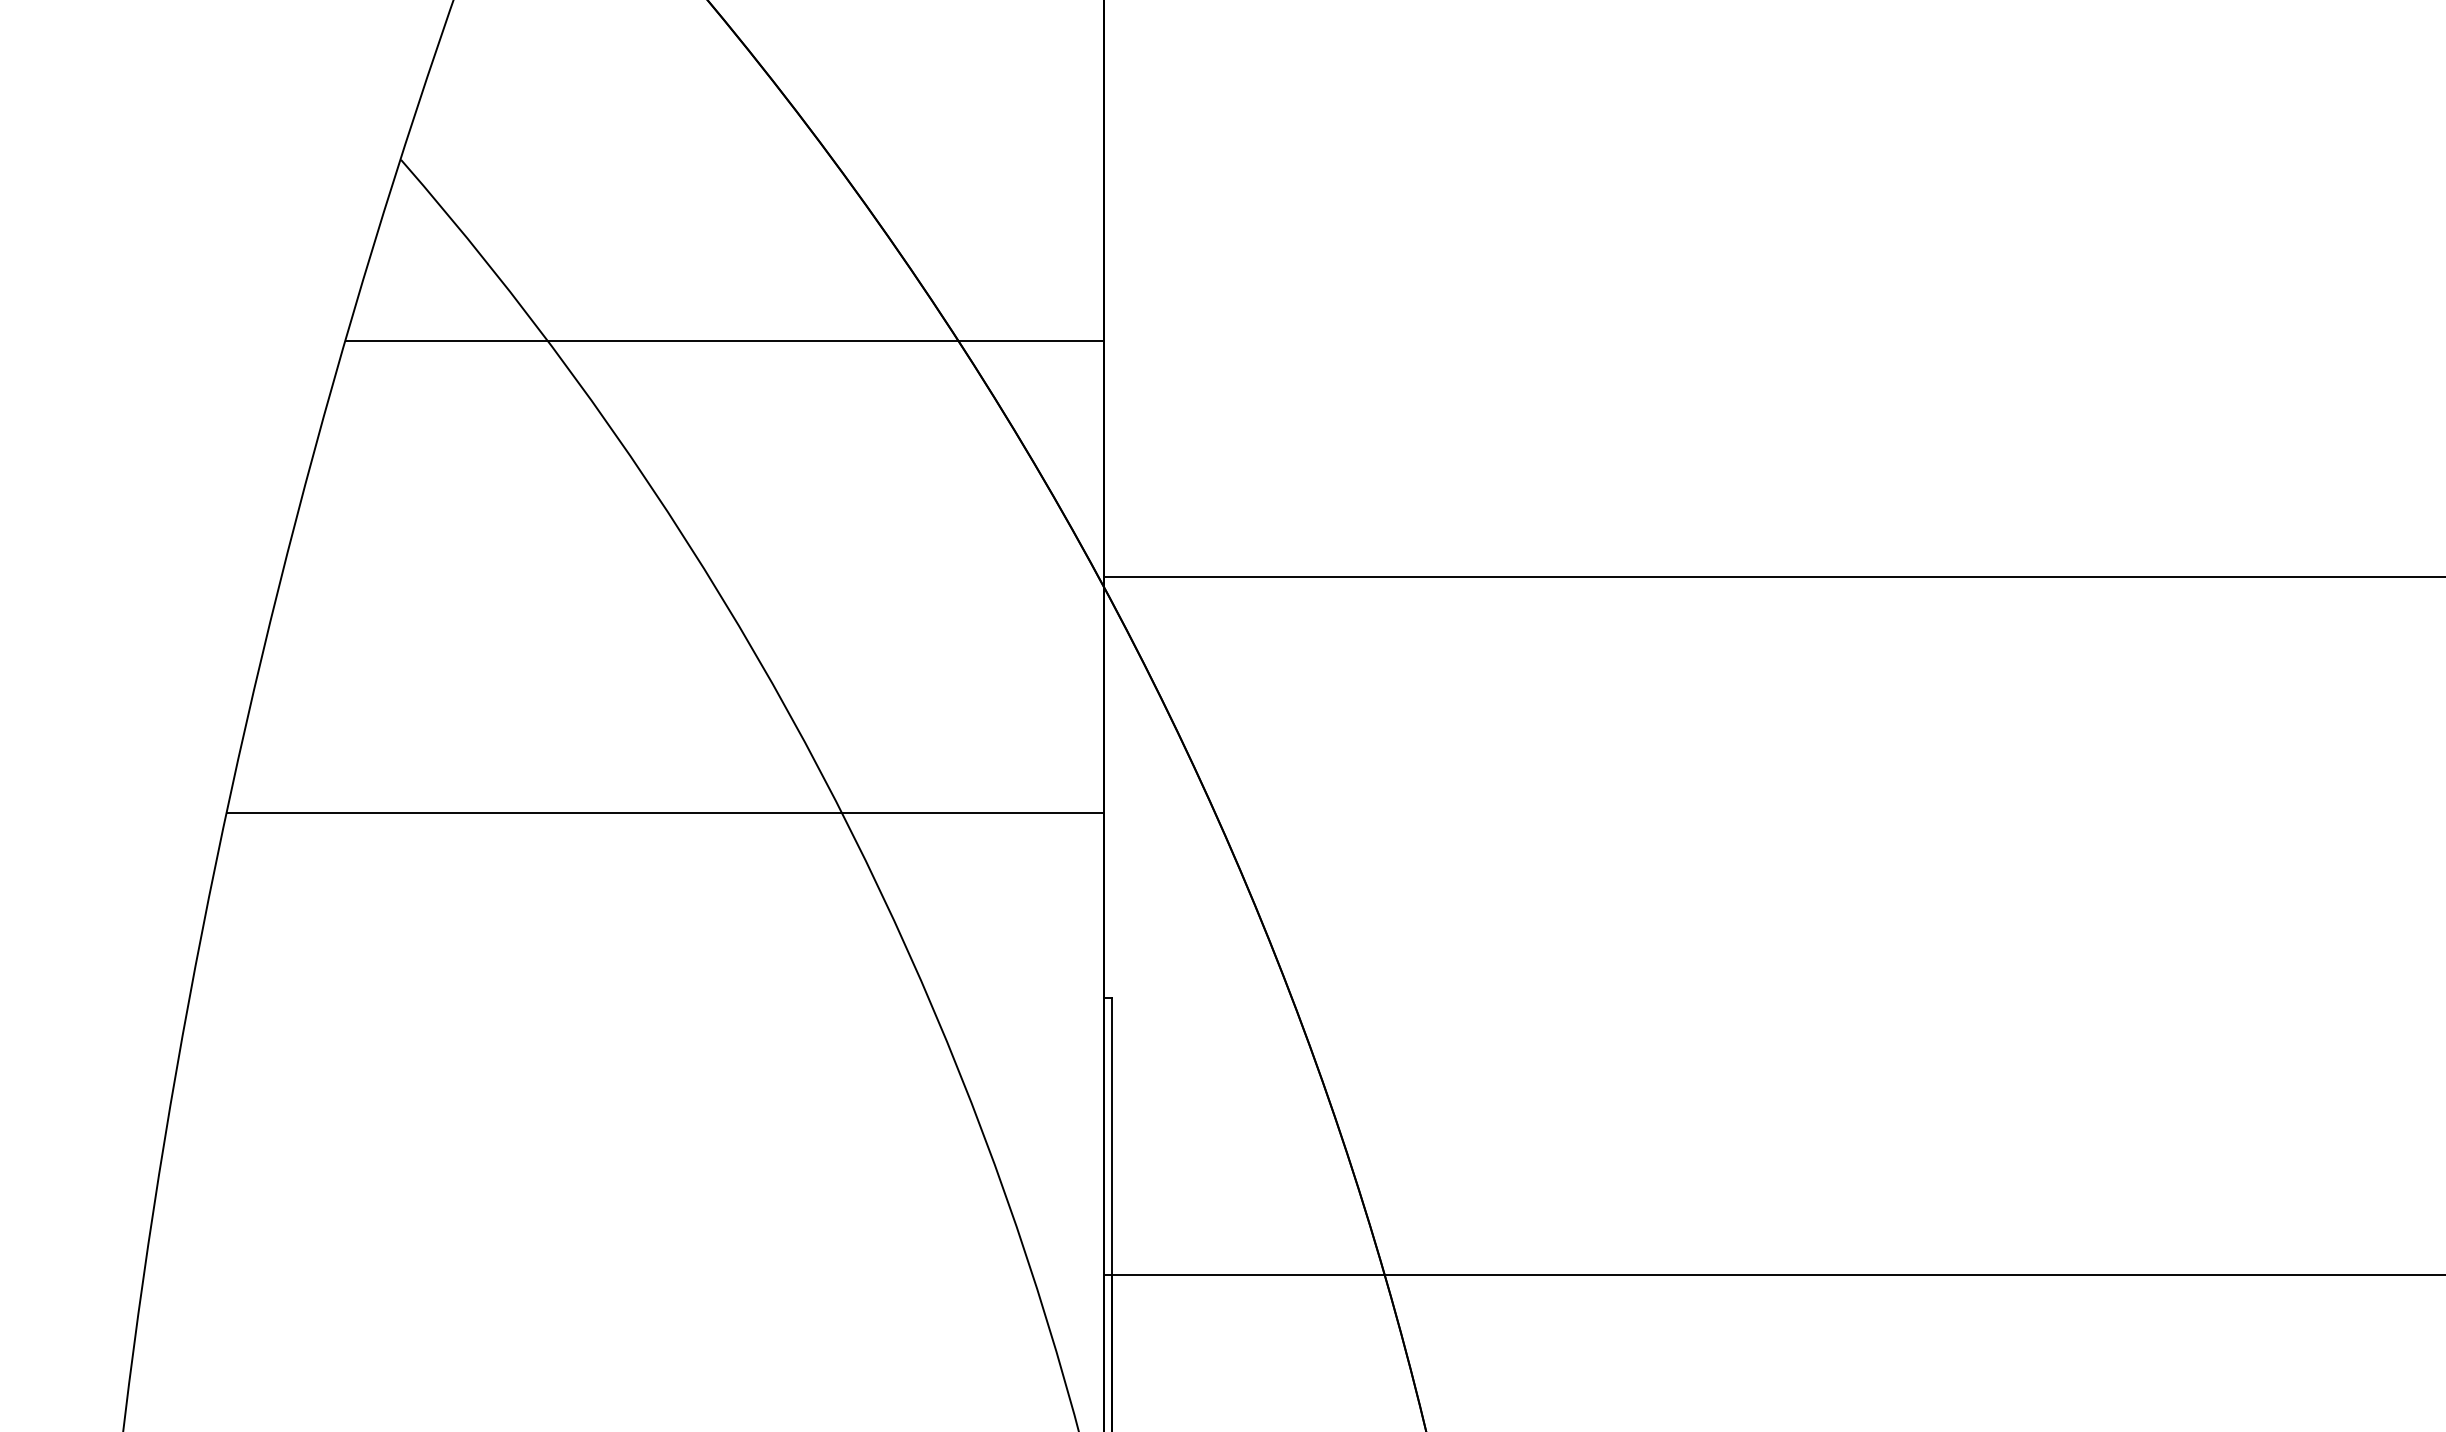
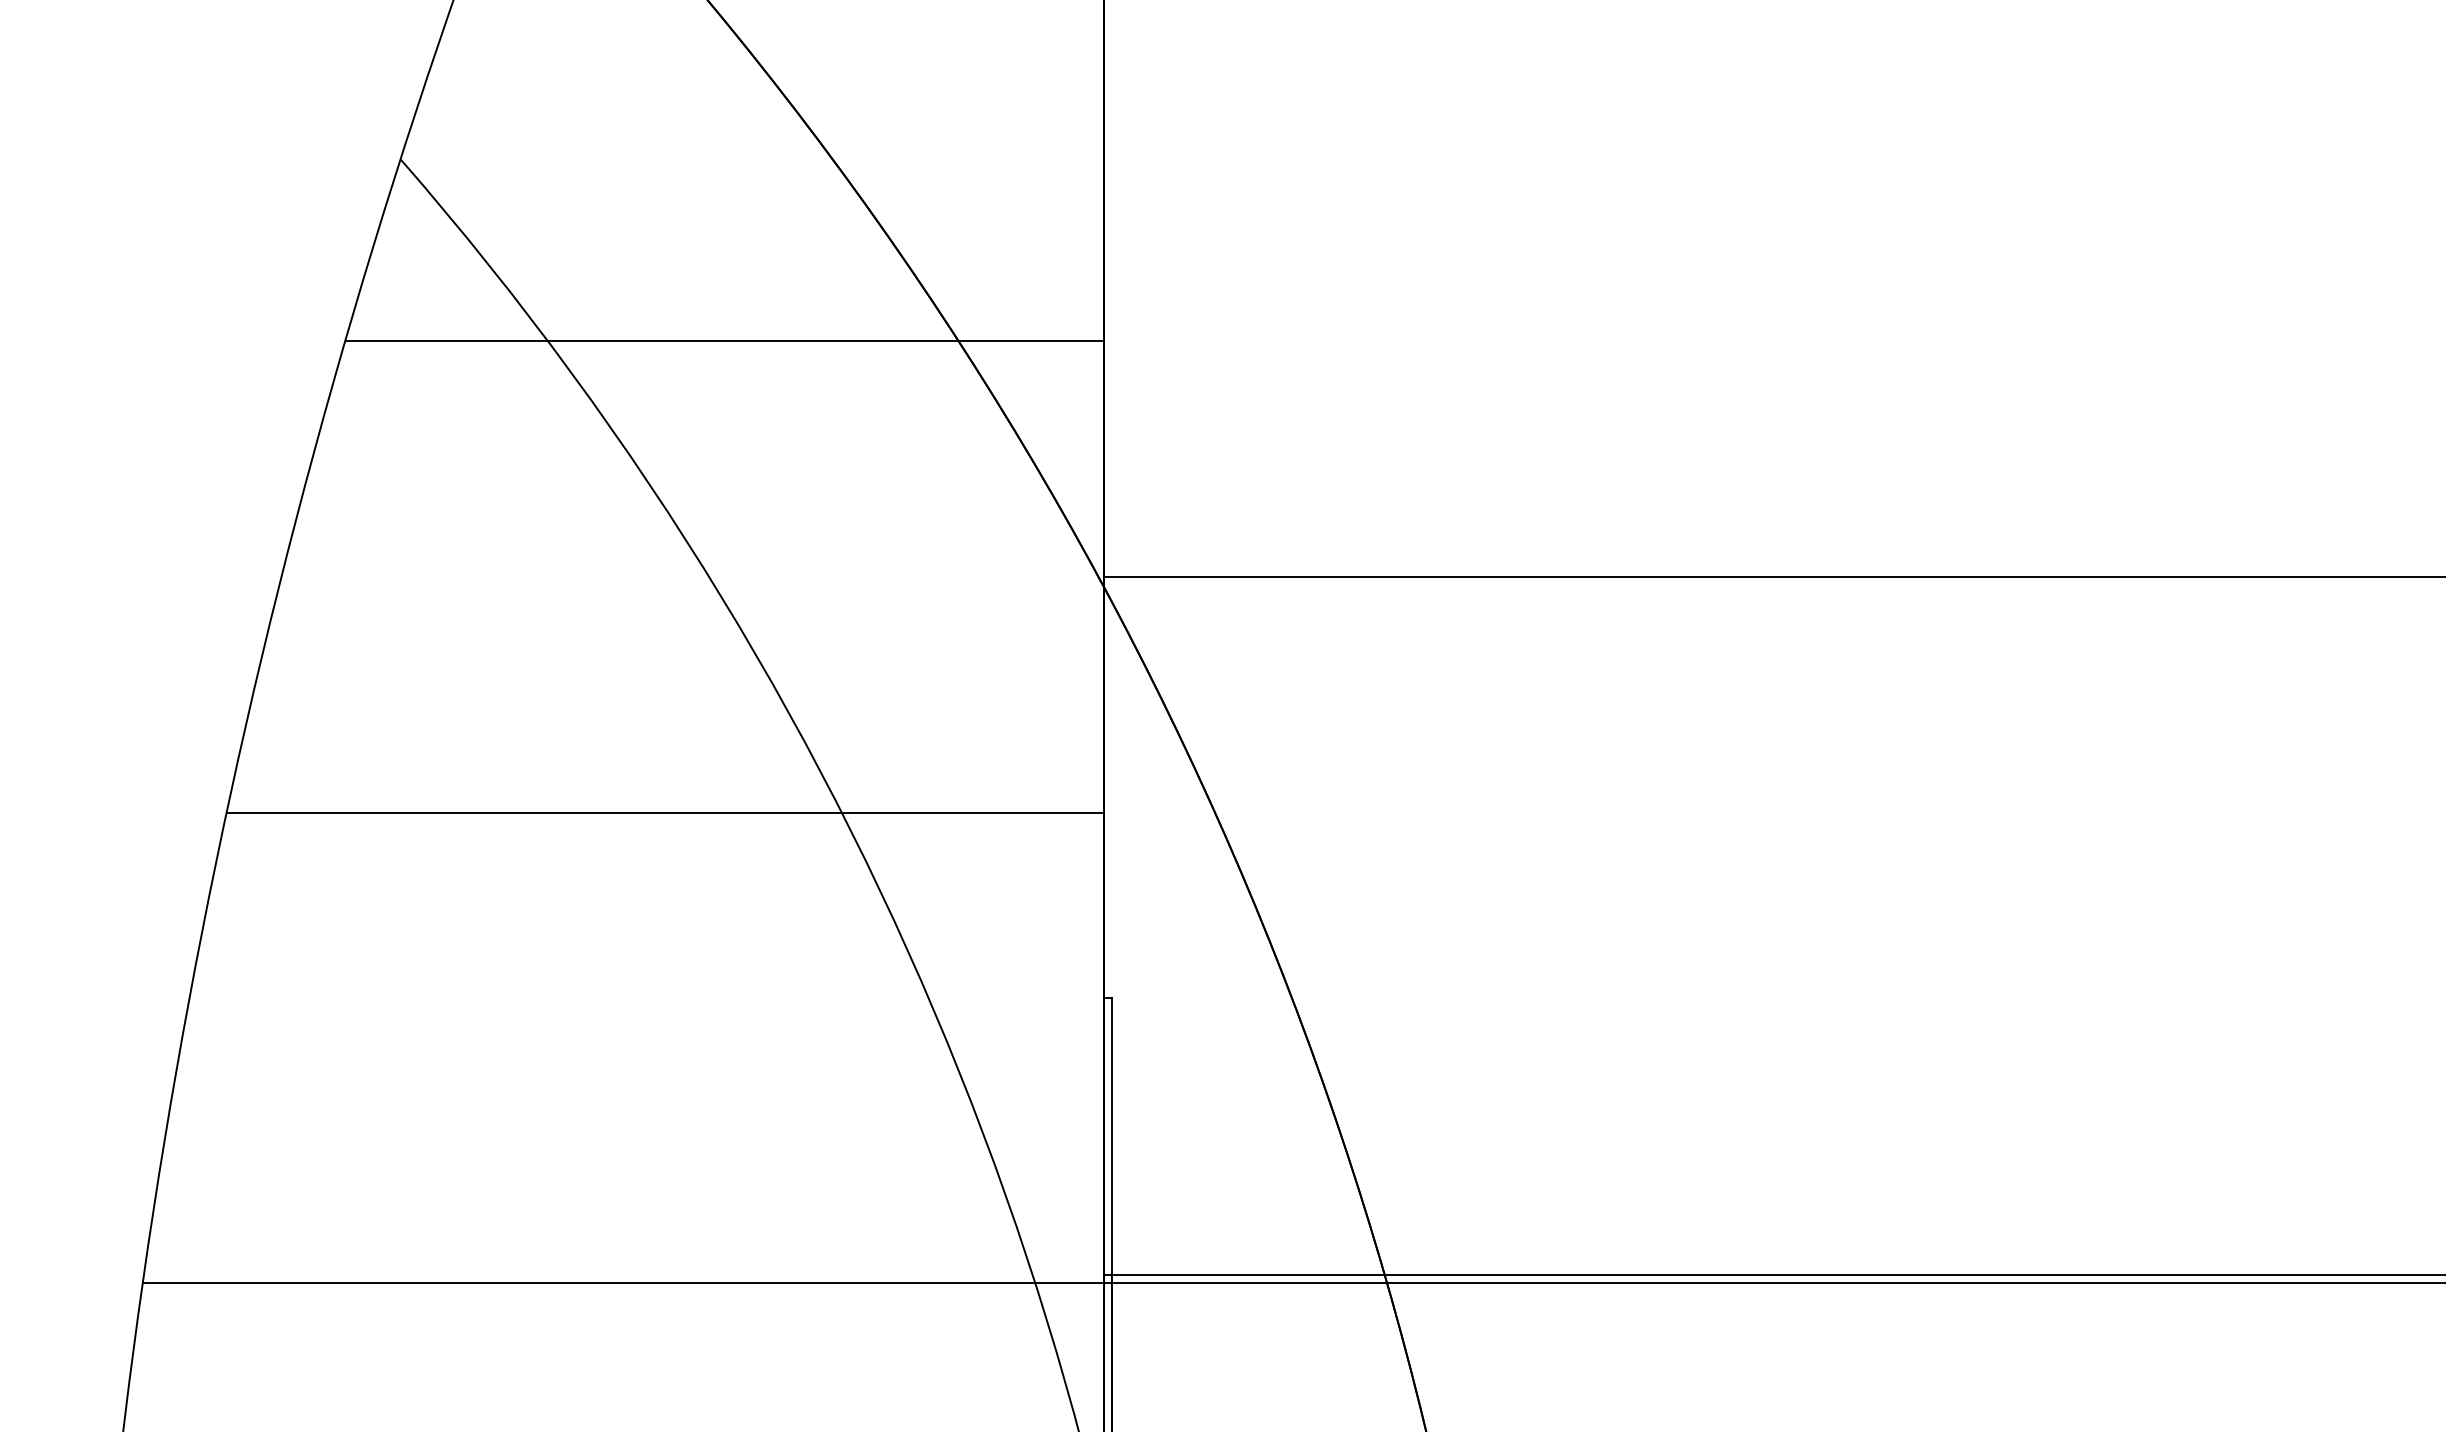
line at (1292, 1282): none -> present
